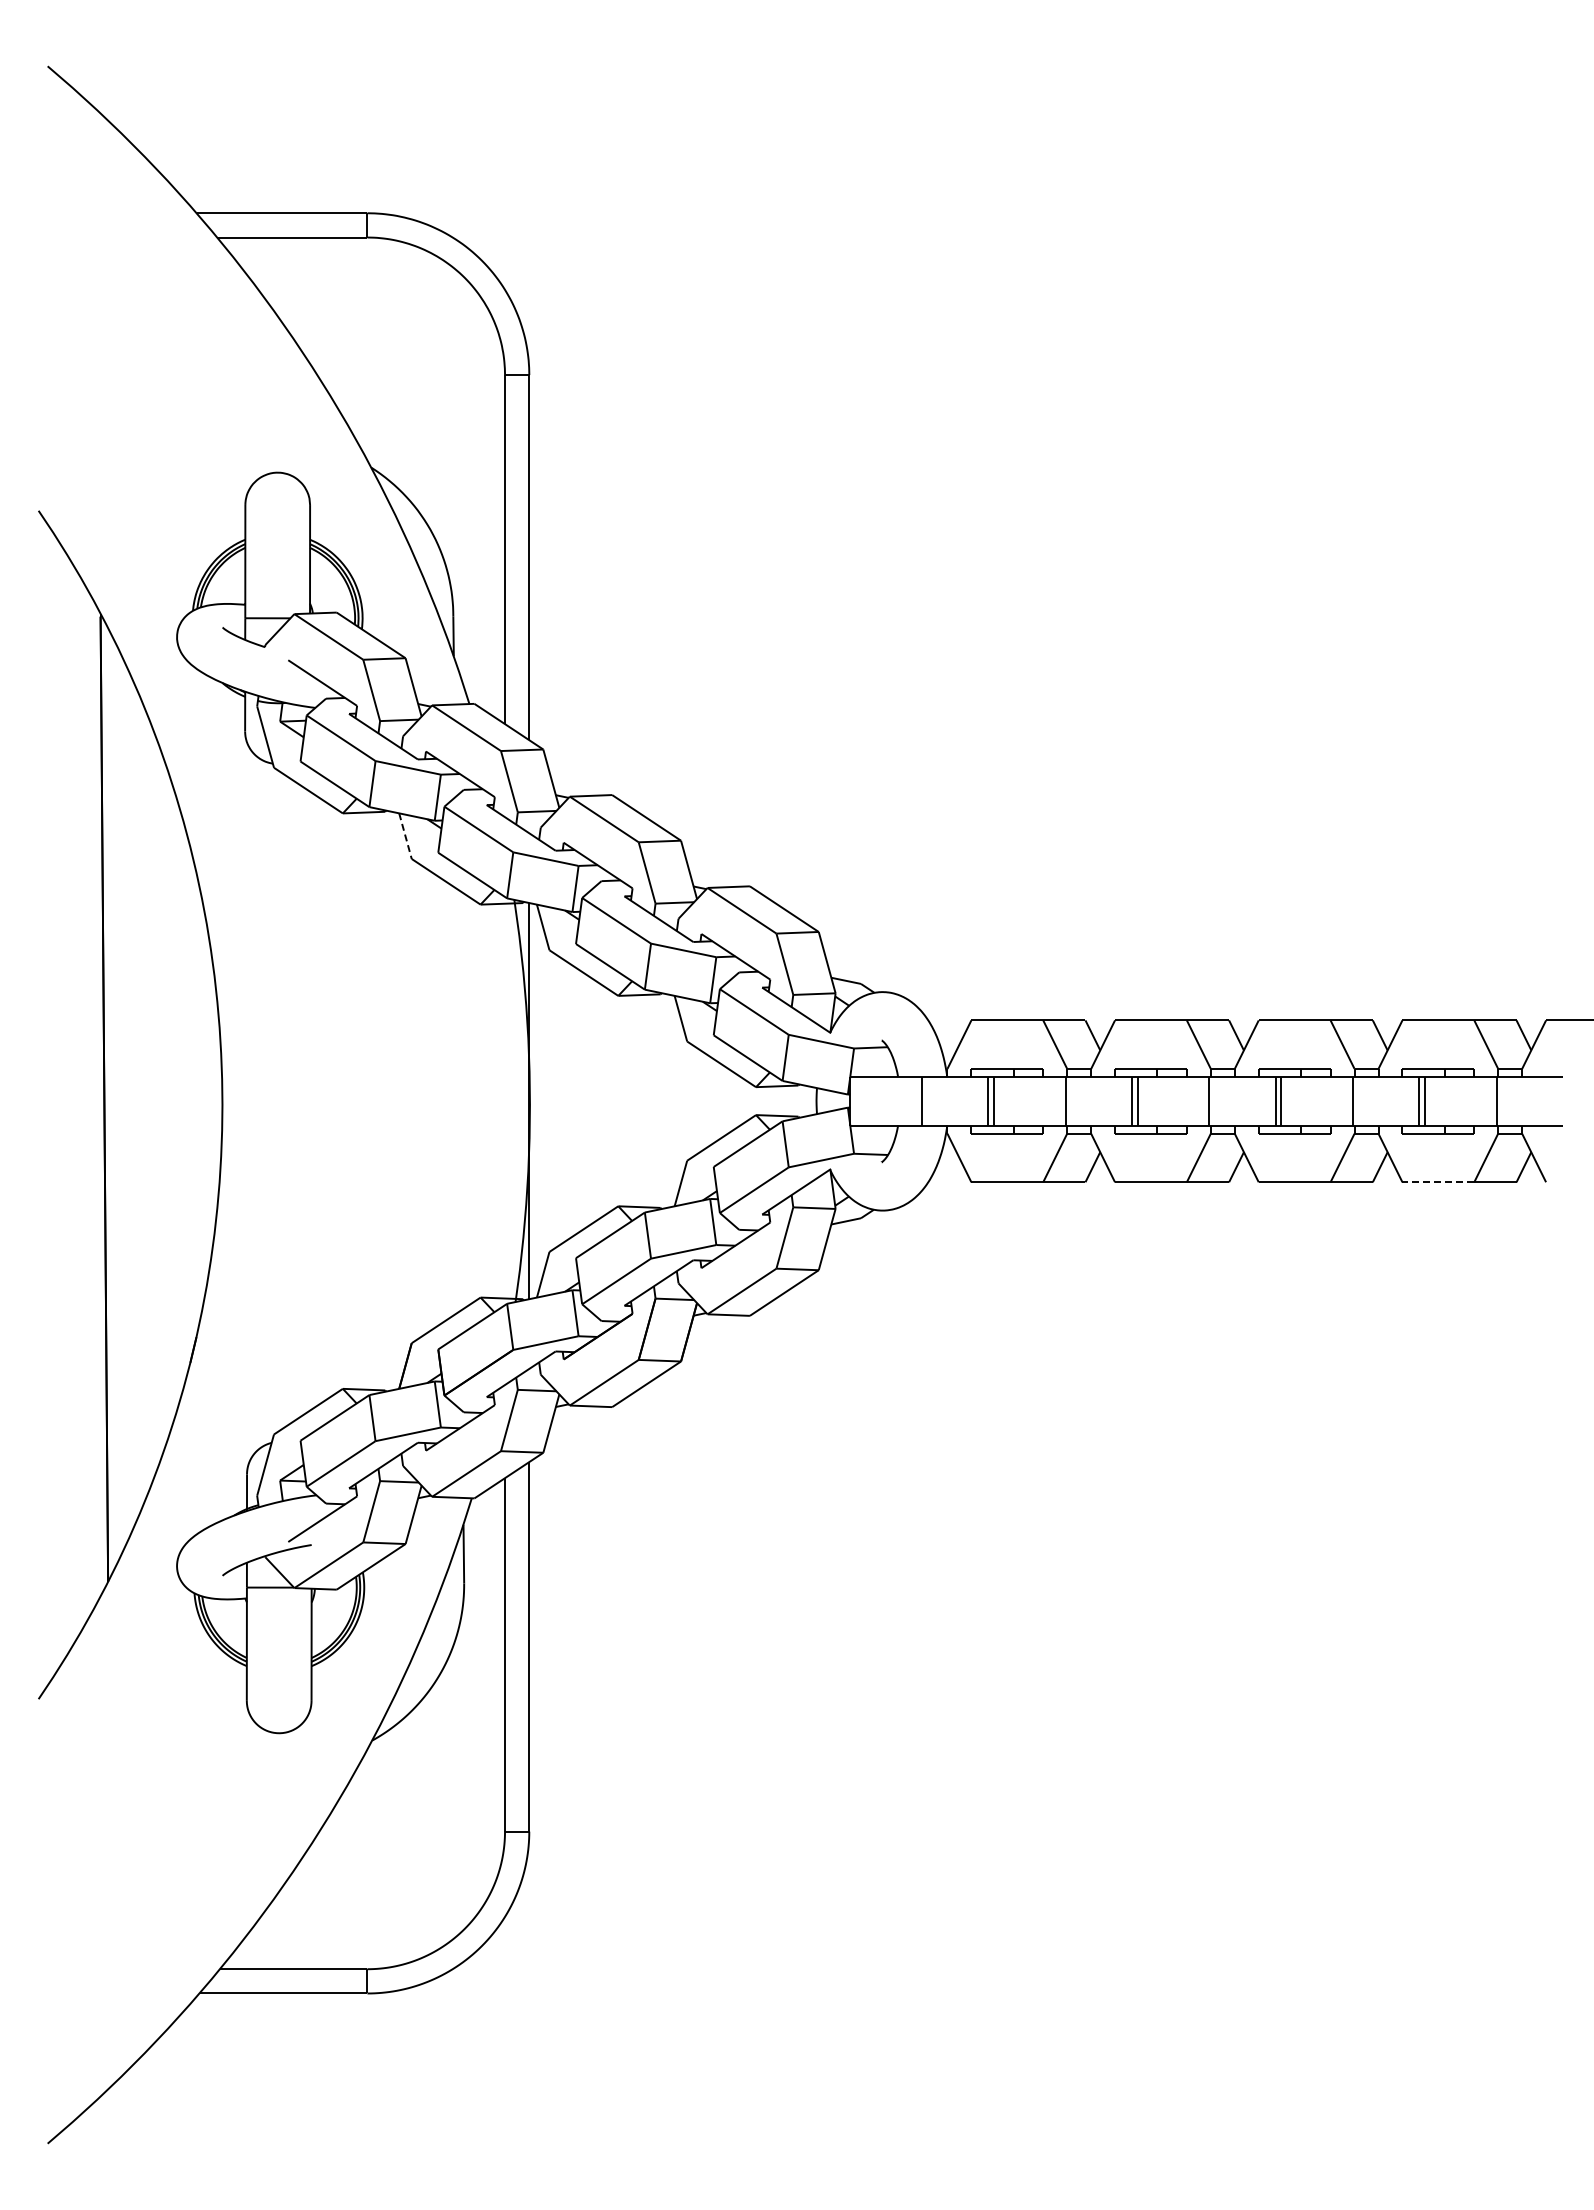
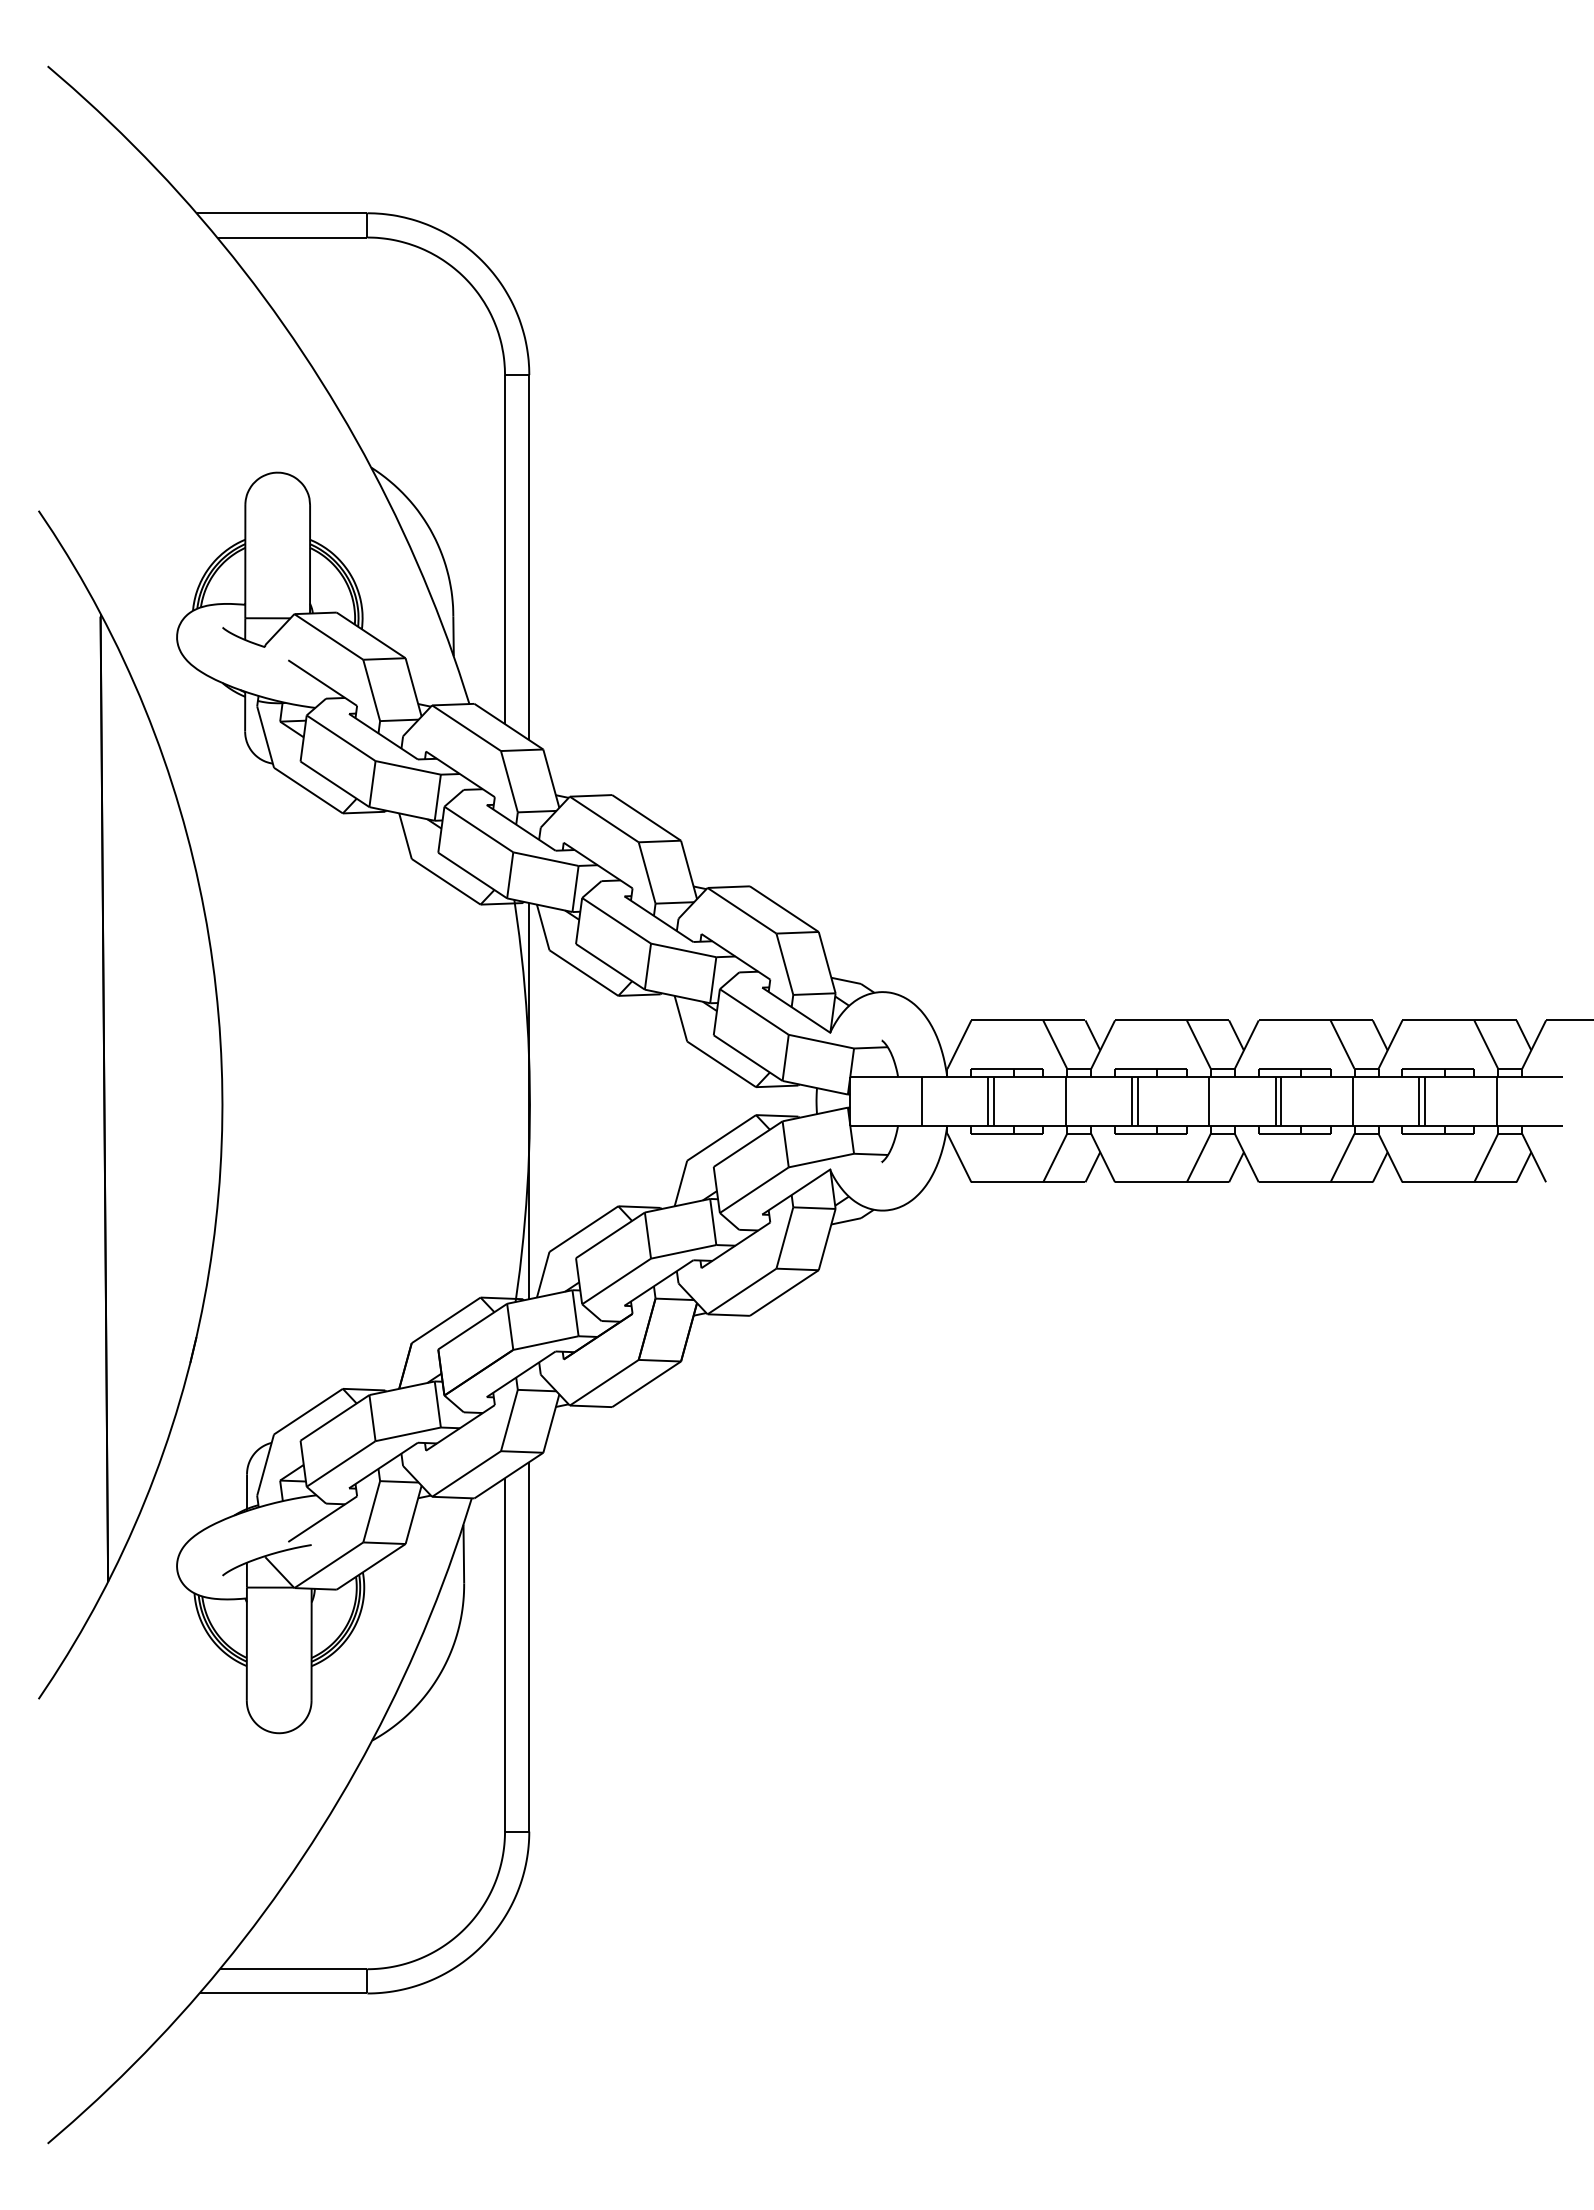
line at (405, 836): dashed -> solid
line at (1438, 1182): dashed -> solid
